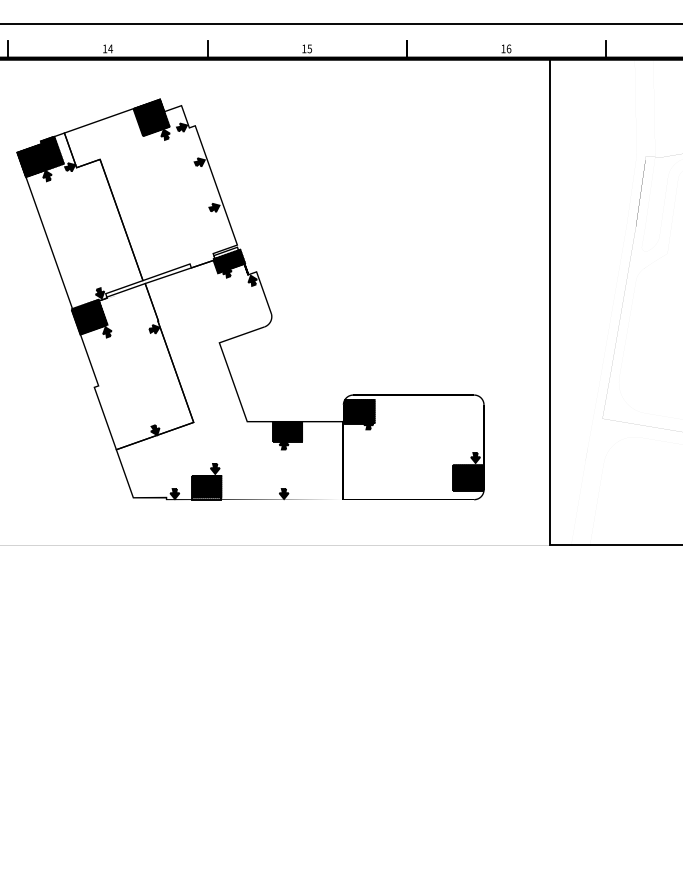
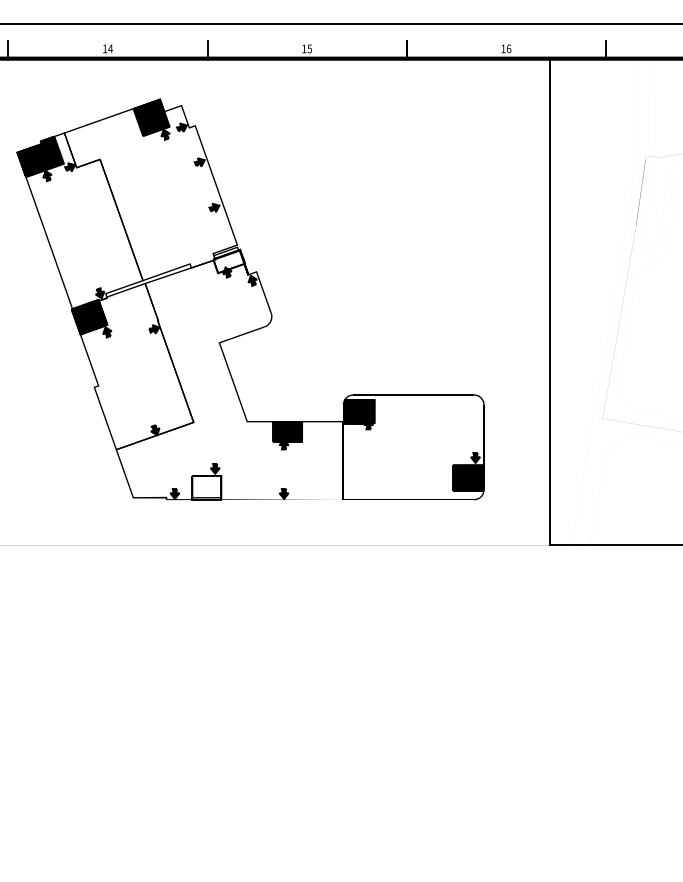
hatch at (229, 260): present -> none
hatch at (206, 486): present -> none
